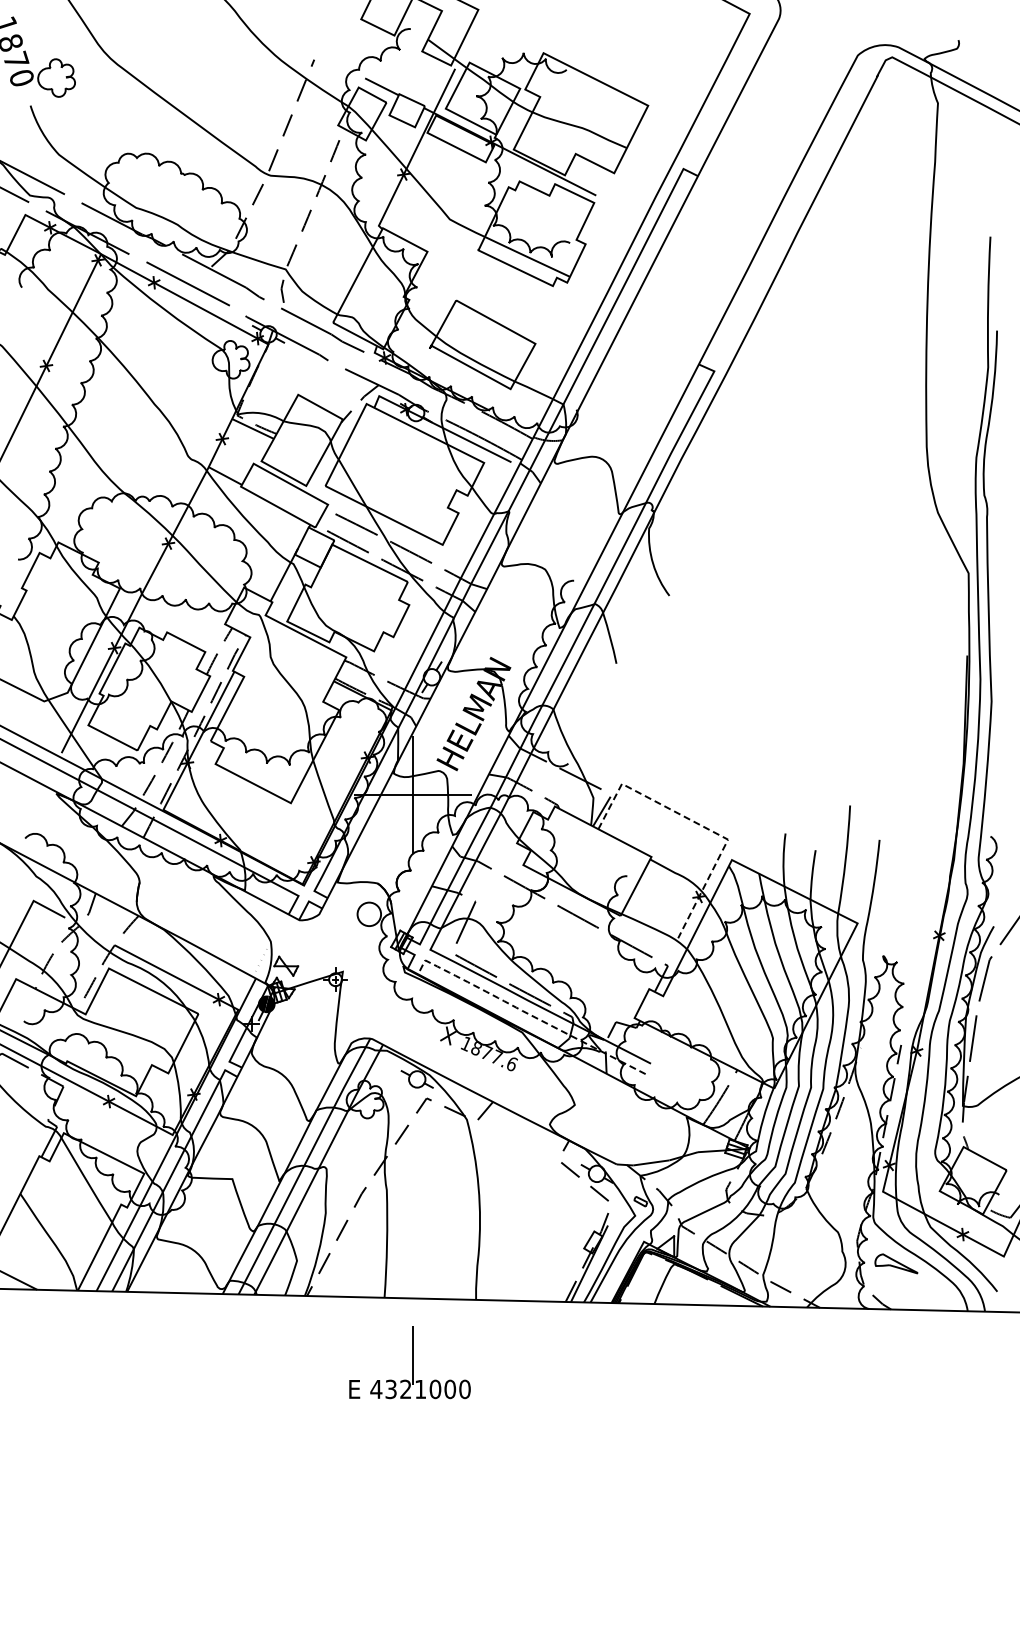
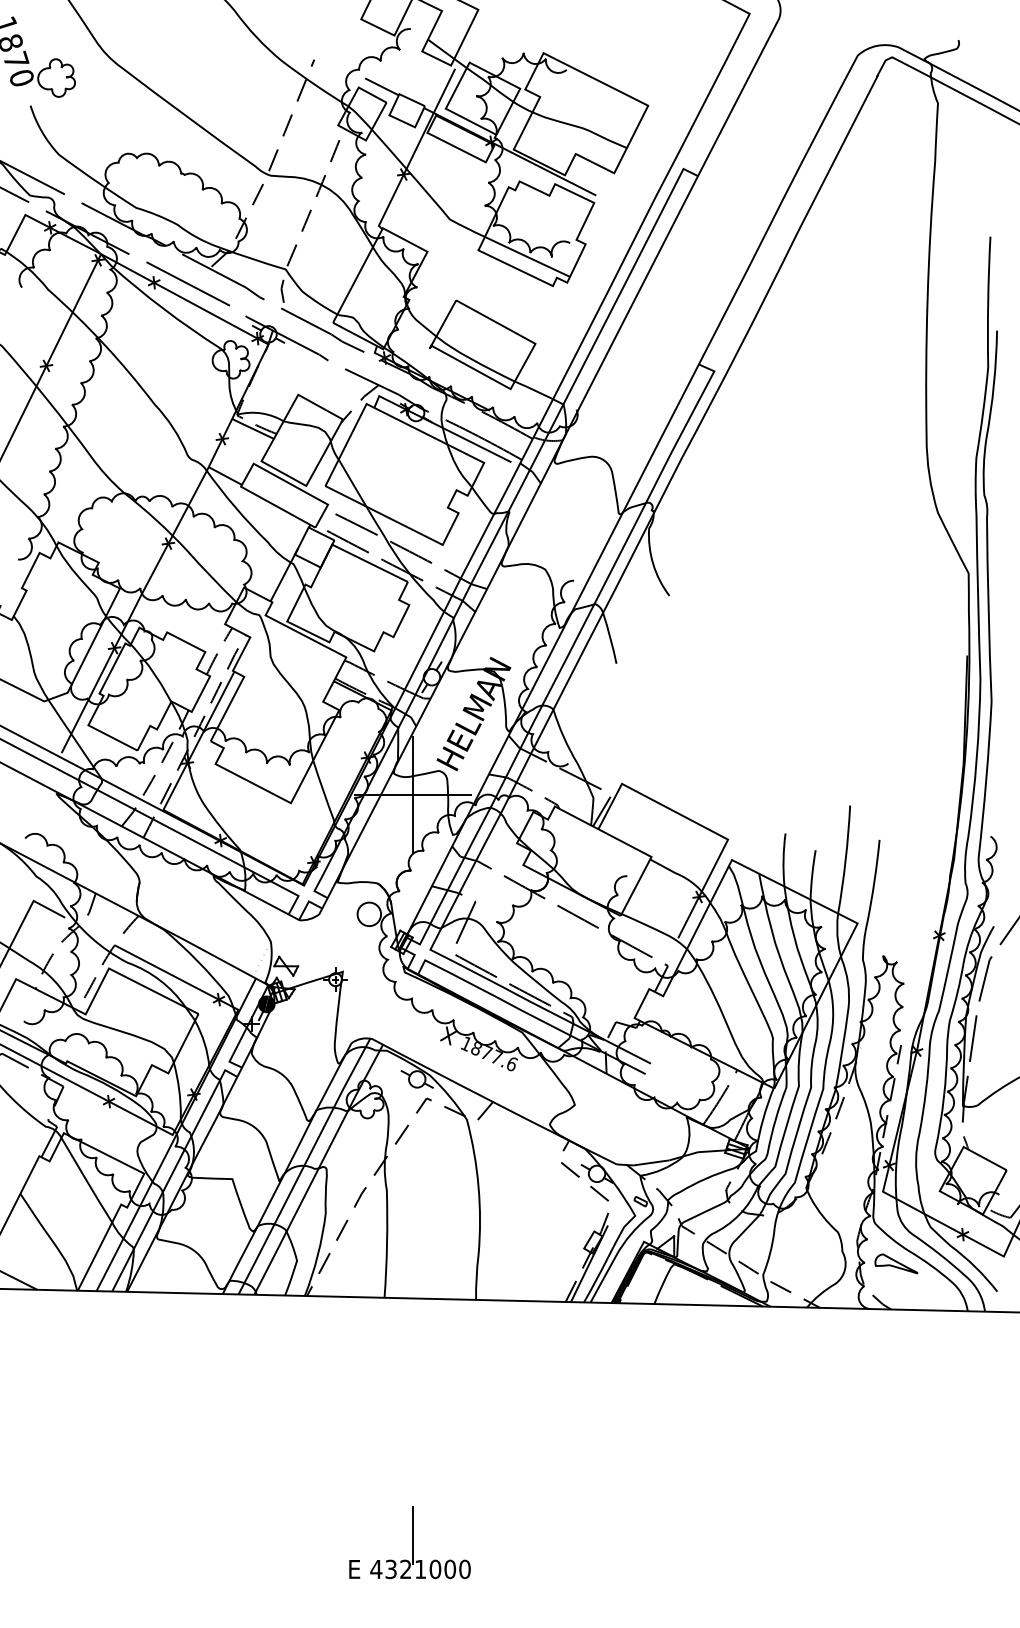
line at (701, 825): dashed -> solid
line at (524, 1012): dashed -> solid
part at (409, 1362) position: (409, 1362) -> (409, 1542)
